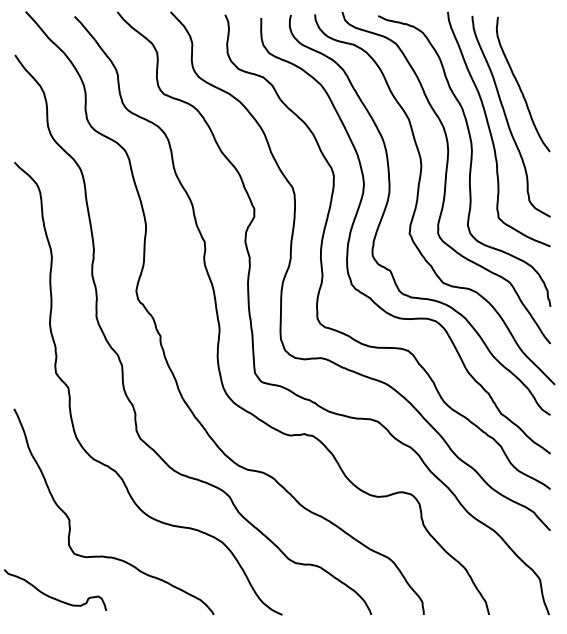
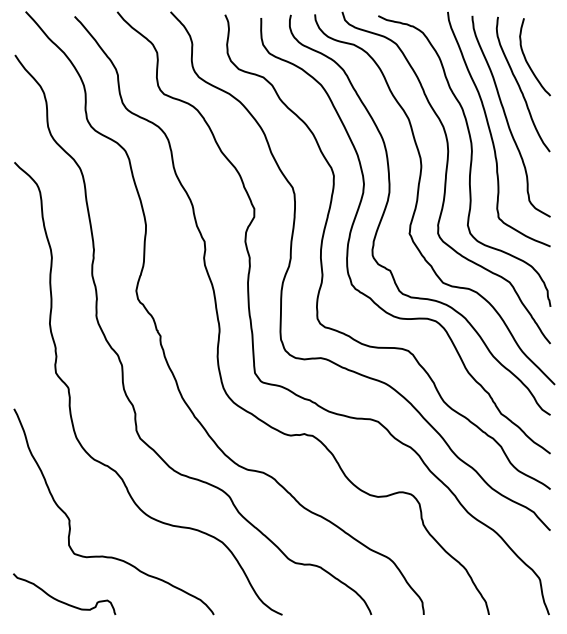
curve at (528, 62): none -> present
curve at (51, 596) position: (51, 596) -> (60, 600)
